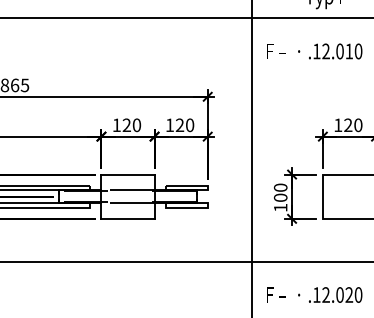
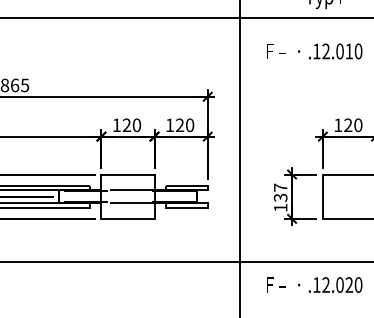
line at (251, 158) position: (251, 158) -> (239, 158)
text at (280, 192): 100 -> 137
text at (314, 294) position: (314, 294) -> (314, 284)
